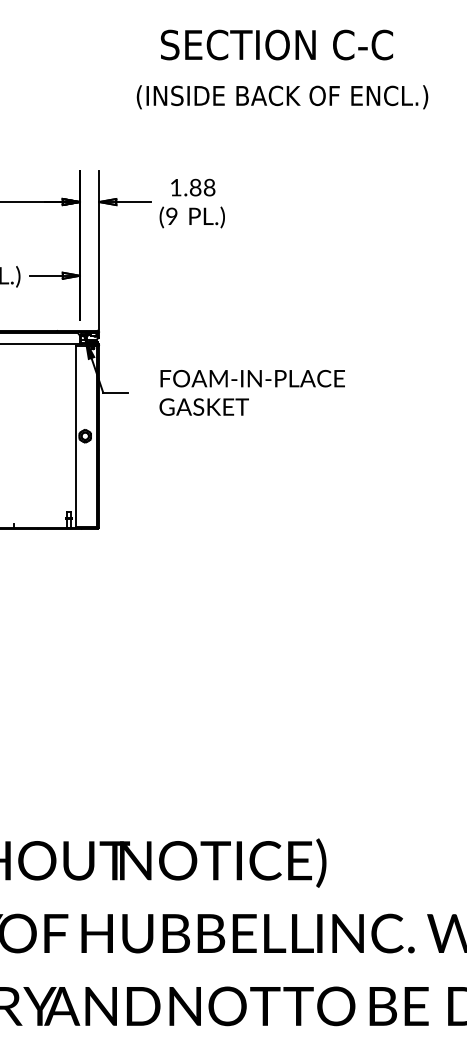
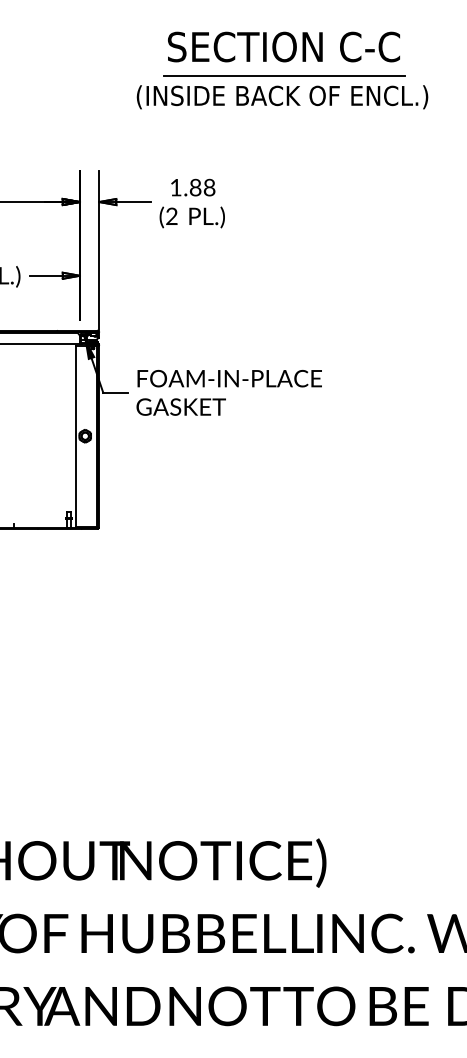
text at (276, 44) position: (276, 44) -> (283, 46)
line at (284, 76): none -> present
text at (171, 216): (9 -> (2
text at (251, 392) position: (251, 392) -> (228, 392)
